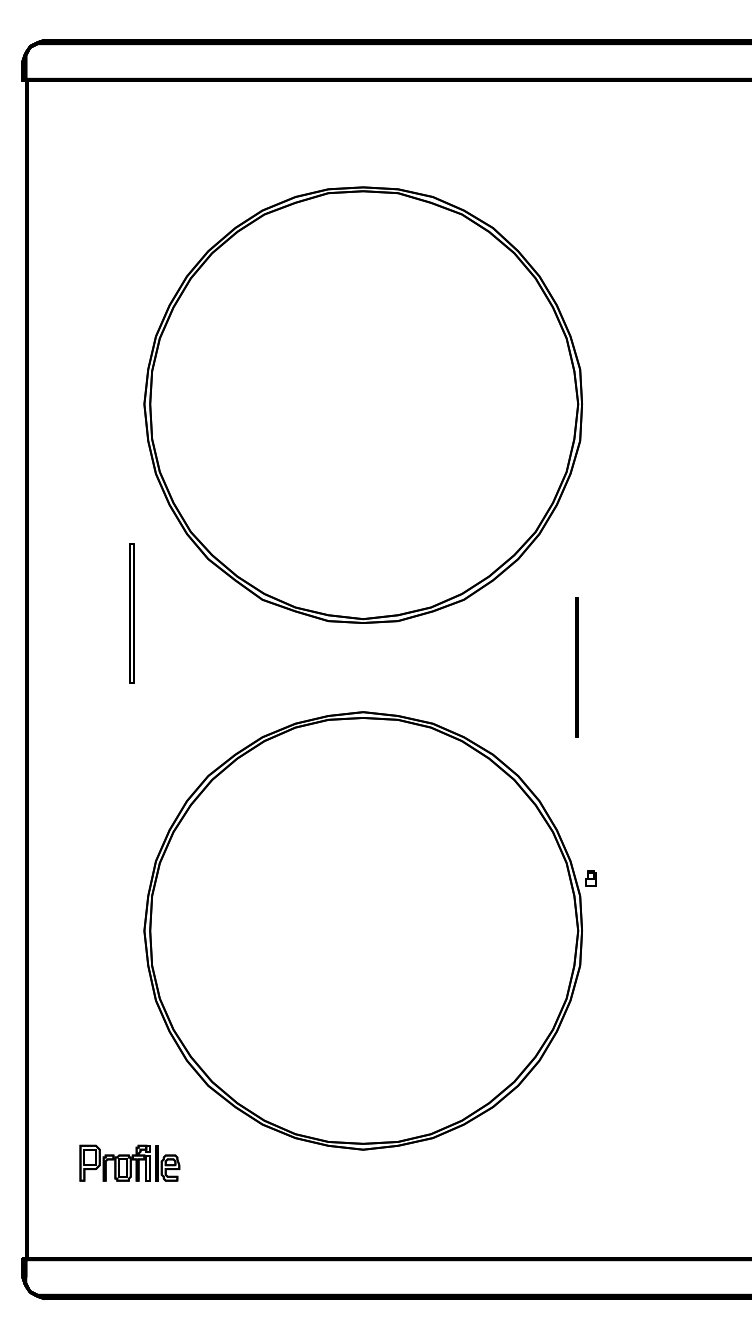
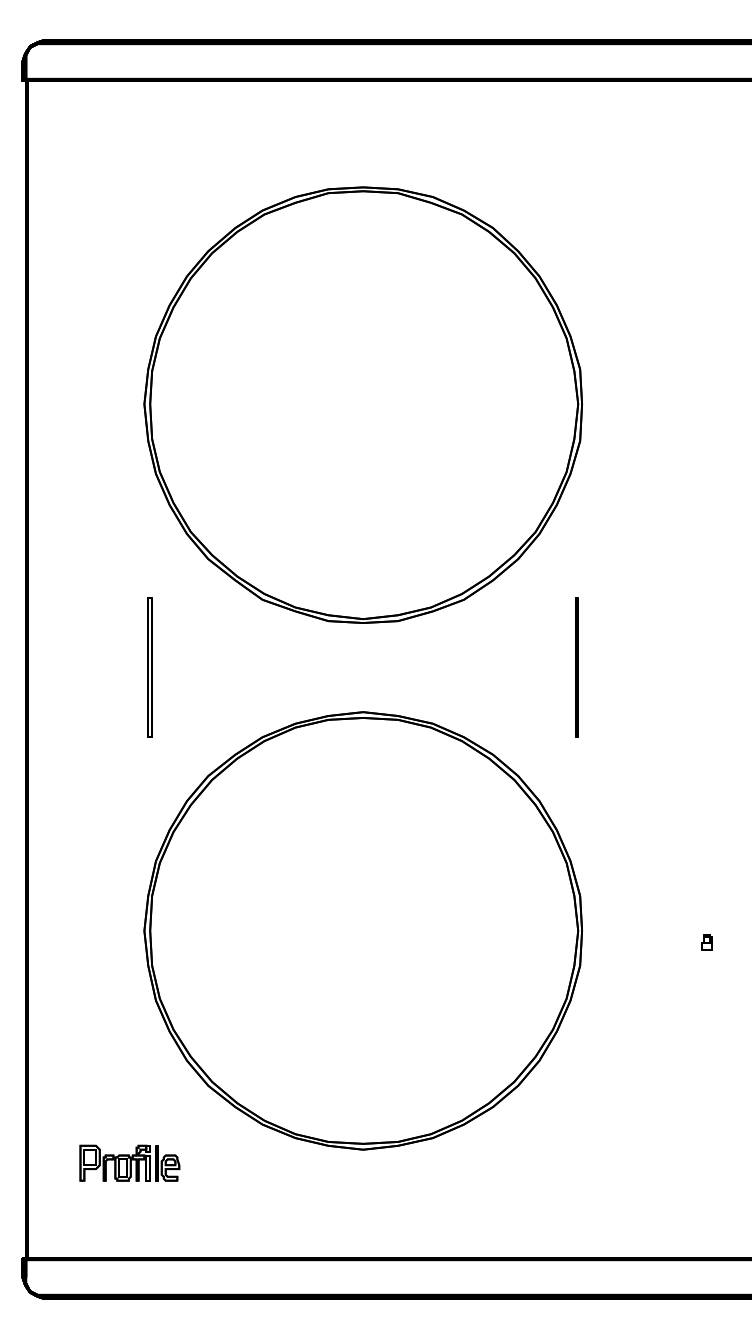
part at (131, 613) position: (131, 613) -> (149, 667)
part at (590, 878) position: (590, 878) -> (706, 942)
